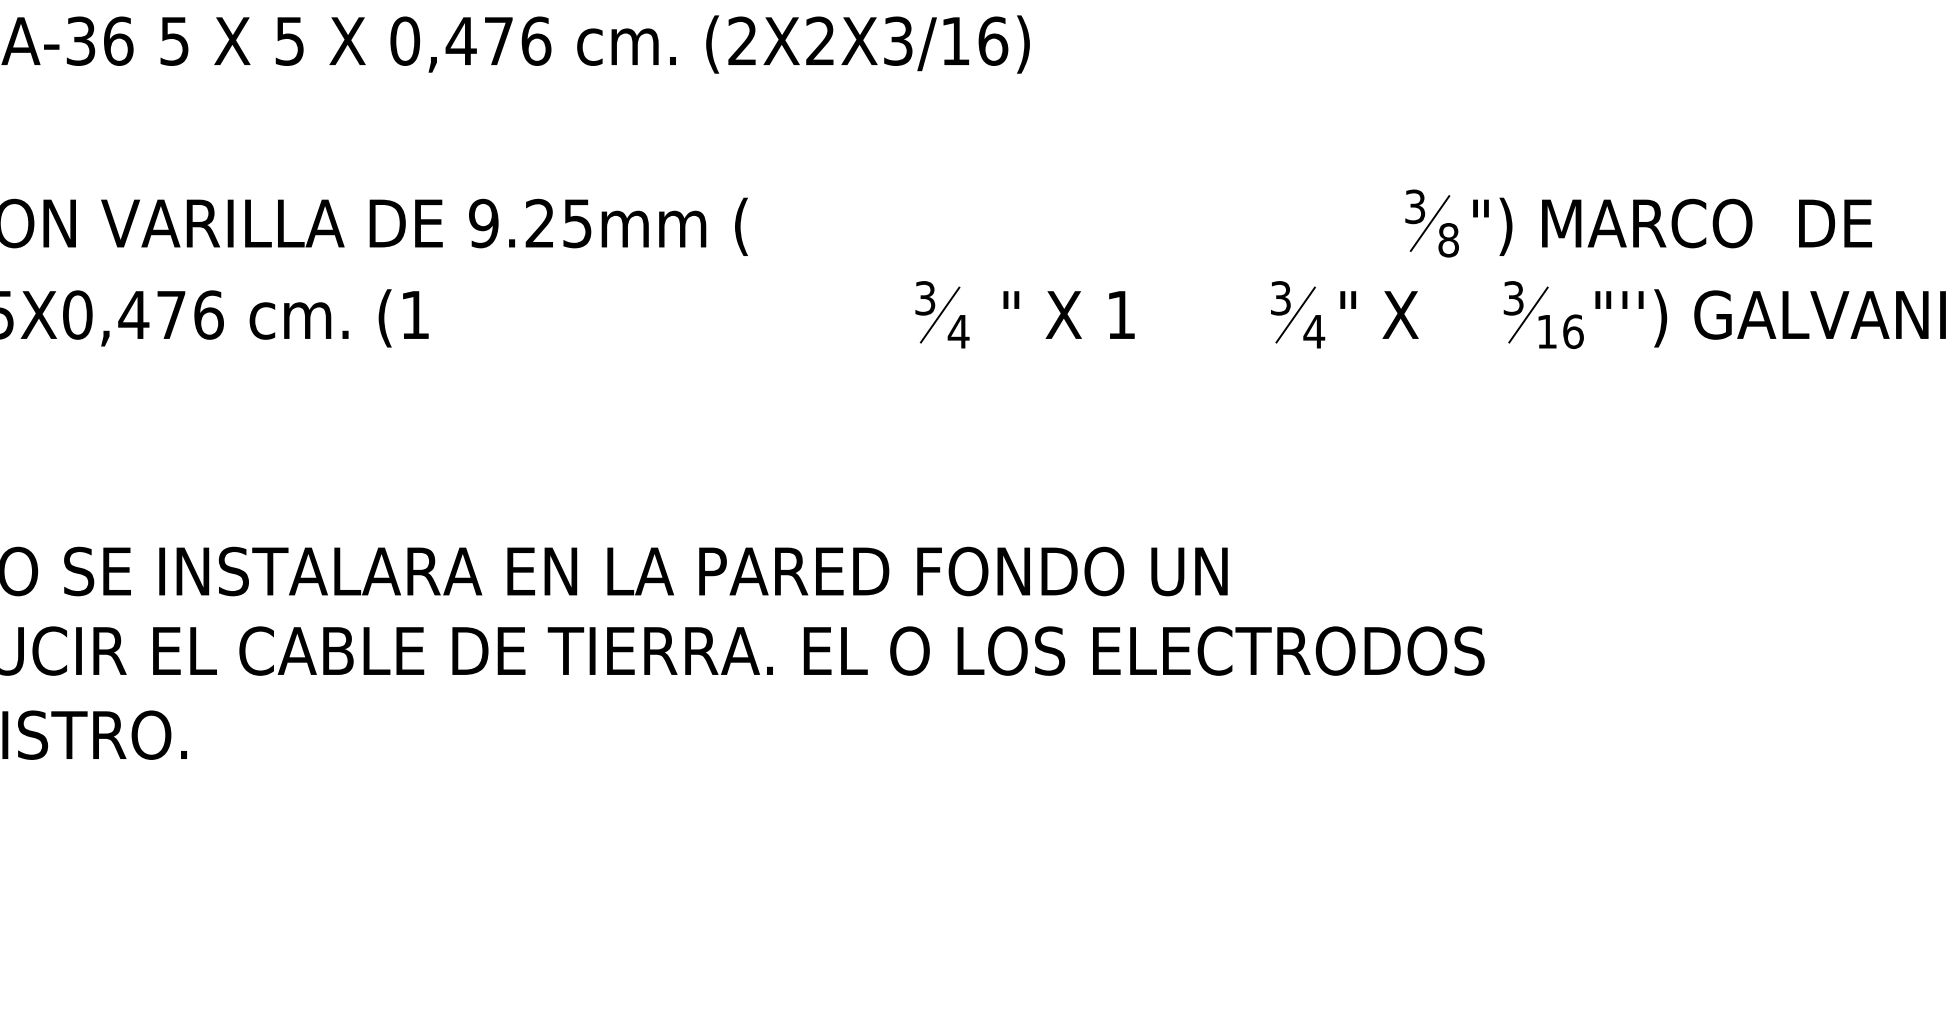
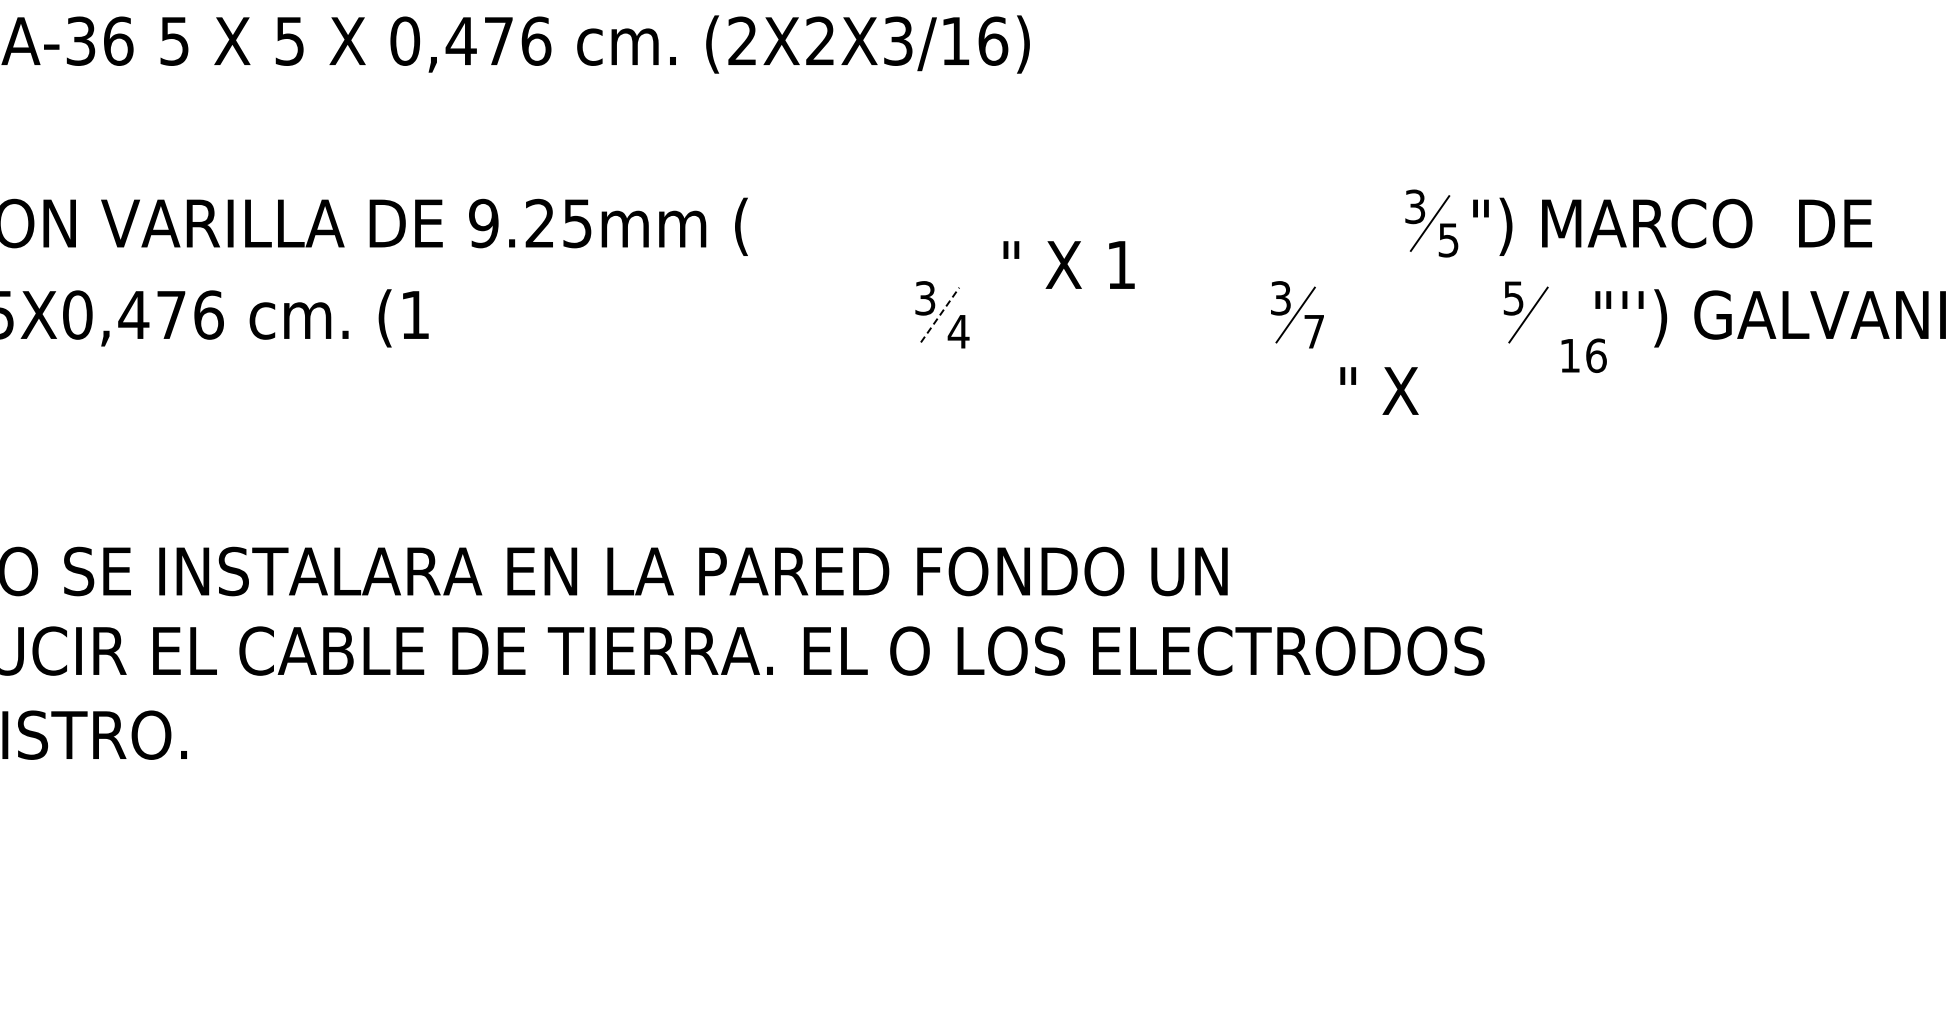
text at (1448, 240): 8 -> 5
text at (1513, 298): 3 -> 5
line at (940, 314): solid -> dashed
text at (1068, 314) position: (1068, 314) -> (1068, 264)
text at (1379, 314) position: (1379, 314) -> (1379, 390)
text at (1314, 331): 4 -> 7
text at (1560, 331) position: (1560, 331) -> (1583, 355)
